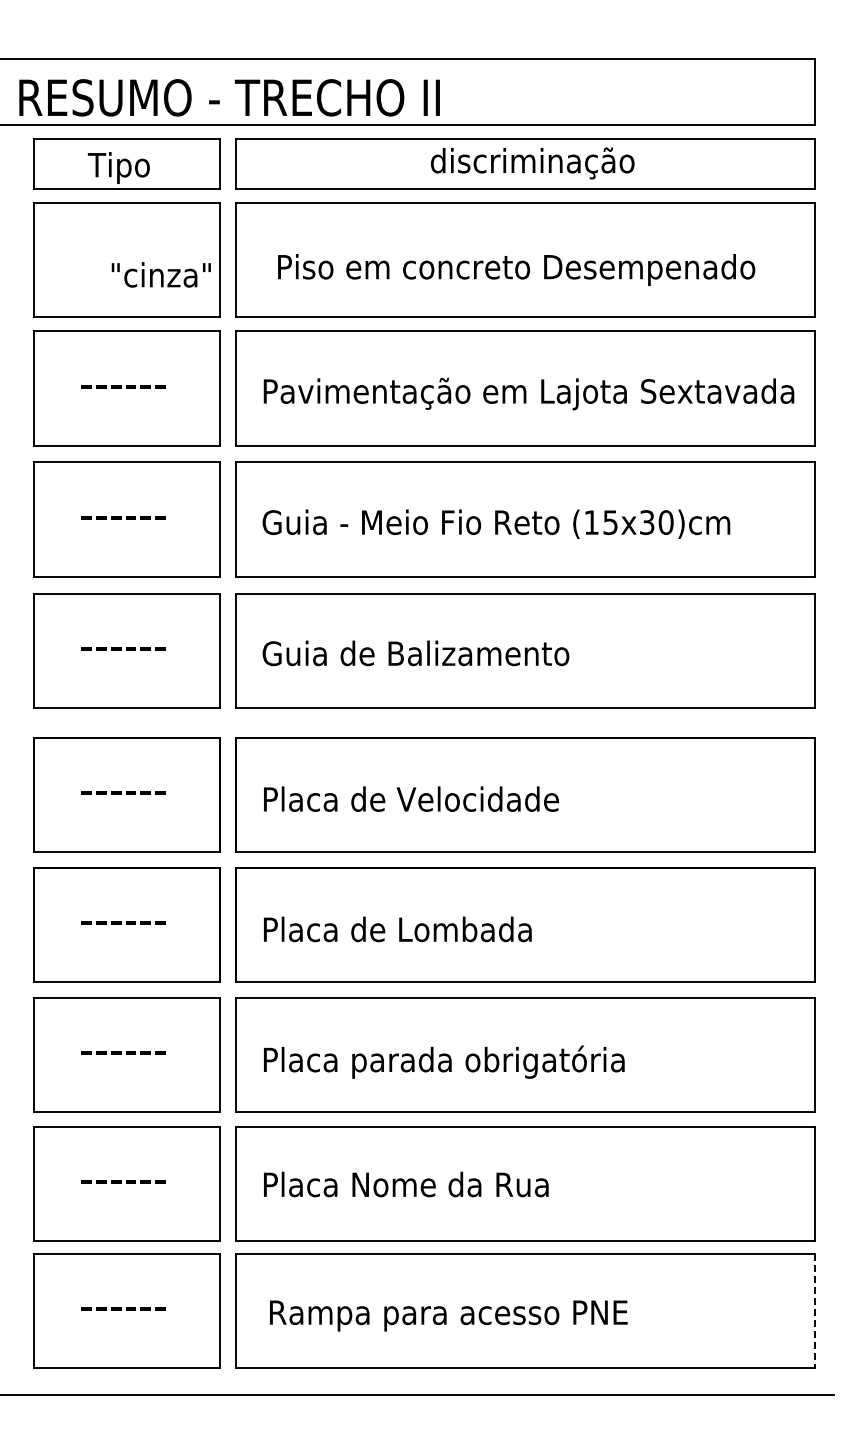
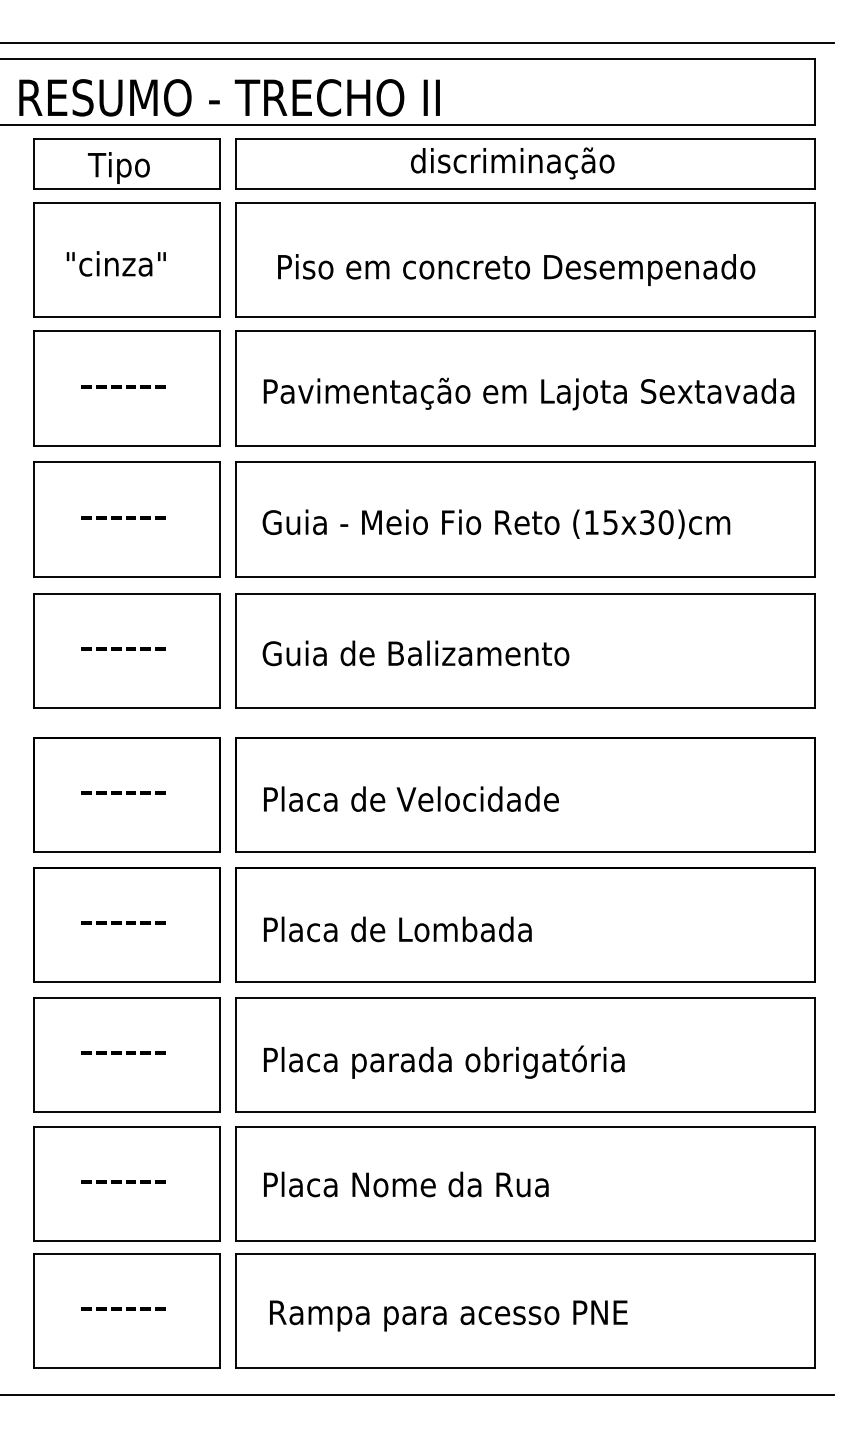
line at (417, 43): none -> present
text at (532, 163) position: (532, 163) -> (512, 163)
text at (160, 274) position: (160, 274) -> (115, 263)
line at (815, 1311): dashed -> solid
